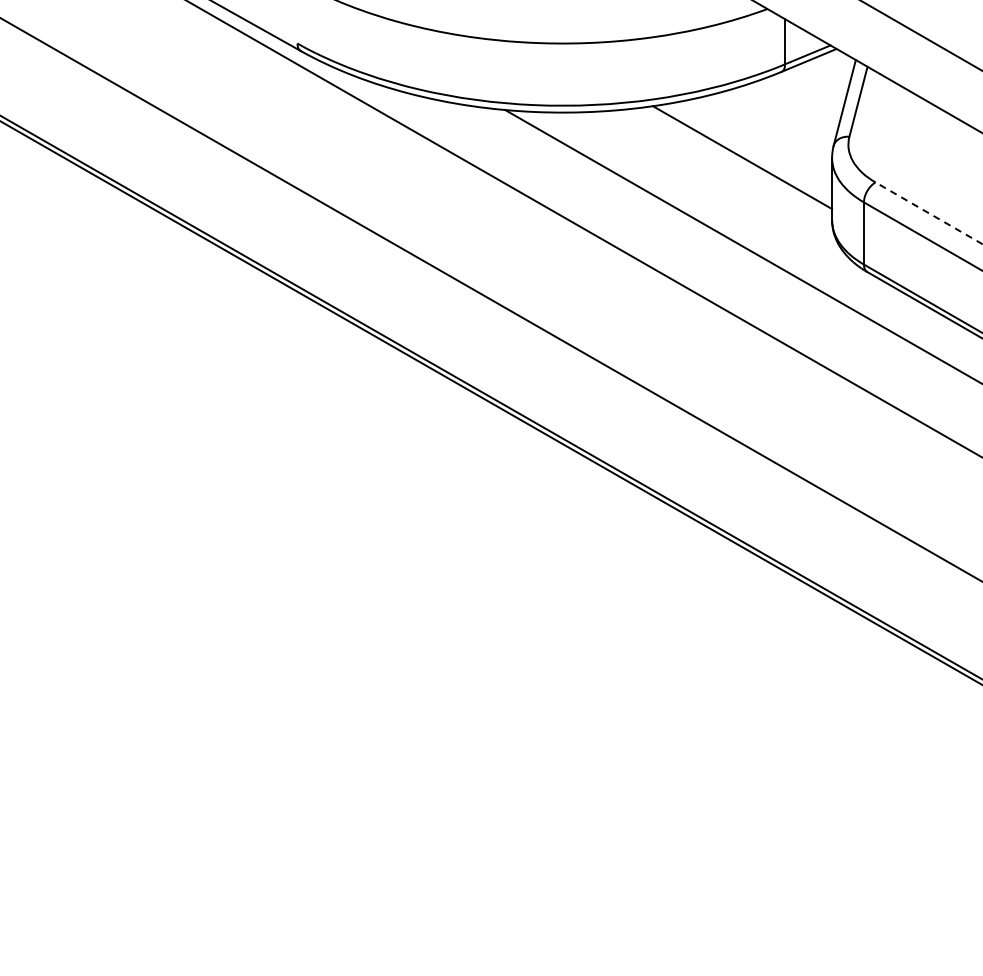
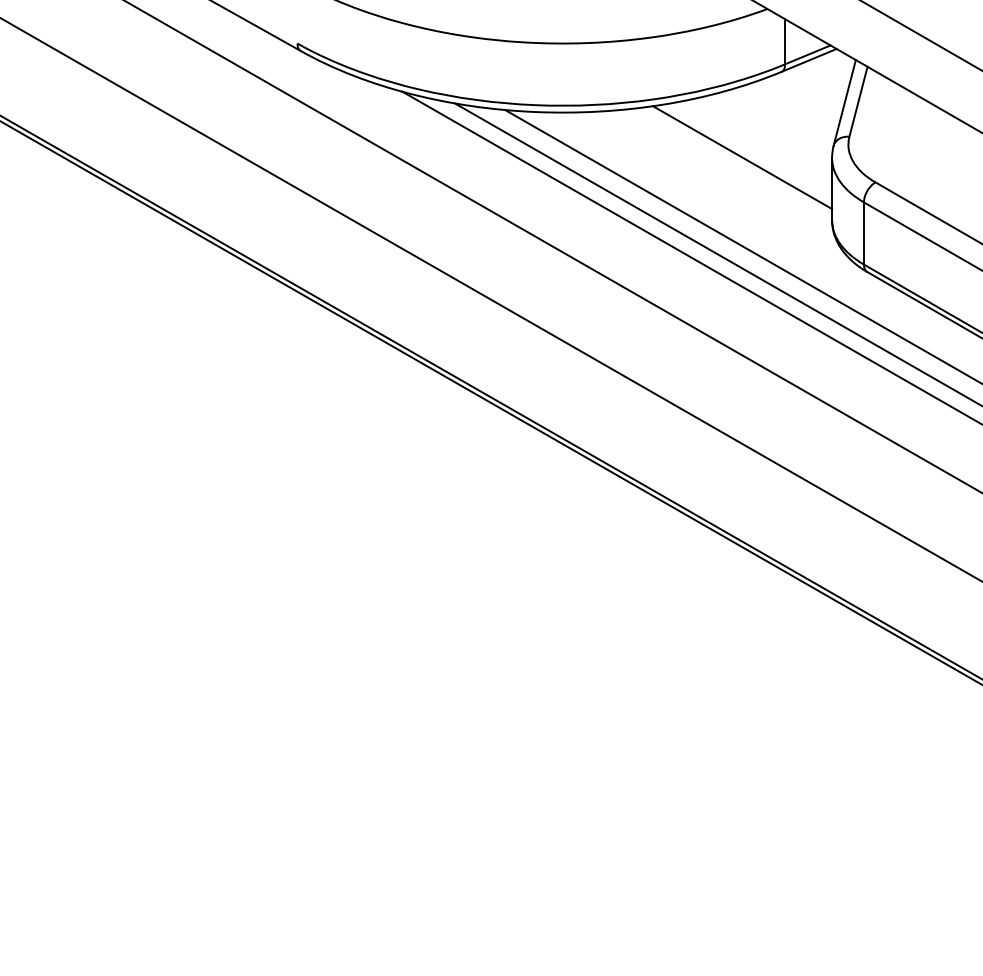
line at (929, 213): dashed -> solid
line at (584, 228) position: (584, 228) -> (553, 246)
line at (716, 253): none -> present
line at (690, 257): none -> present
